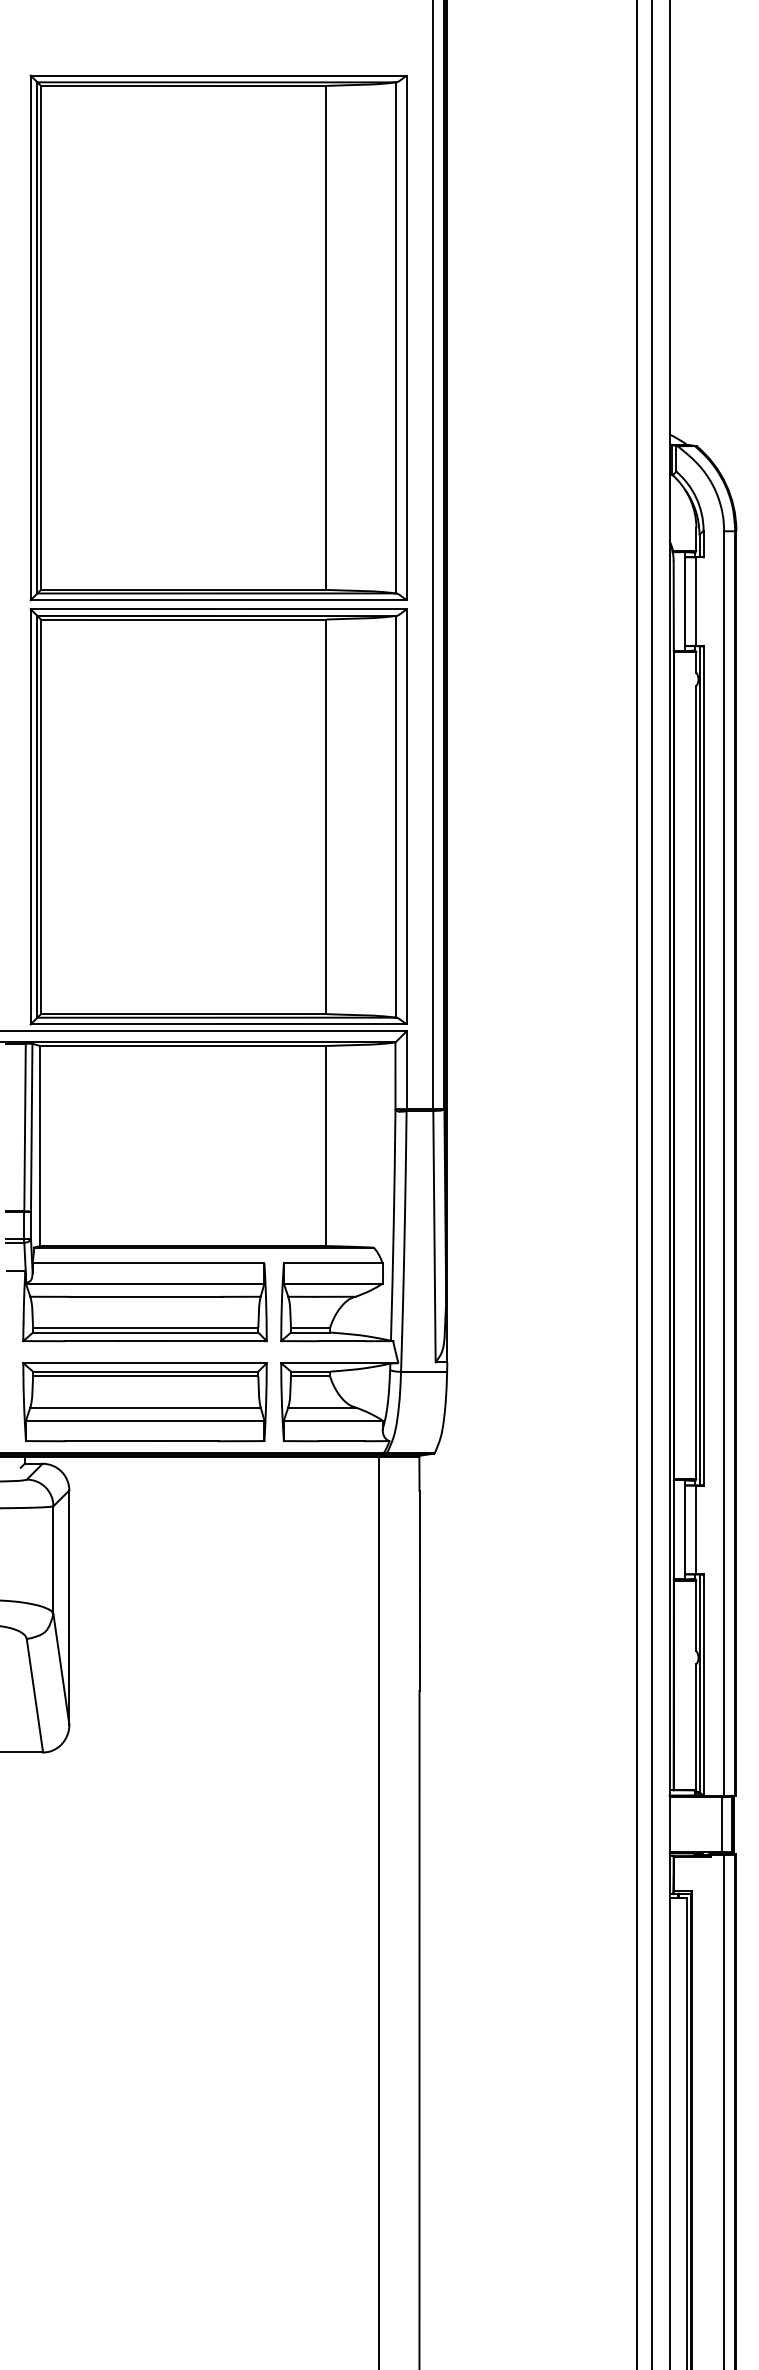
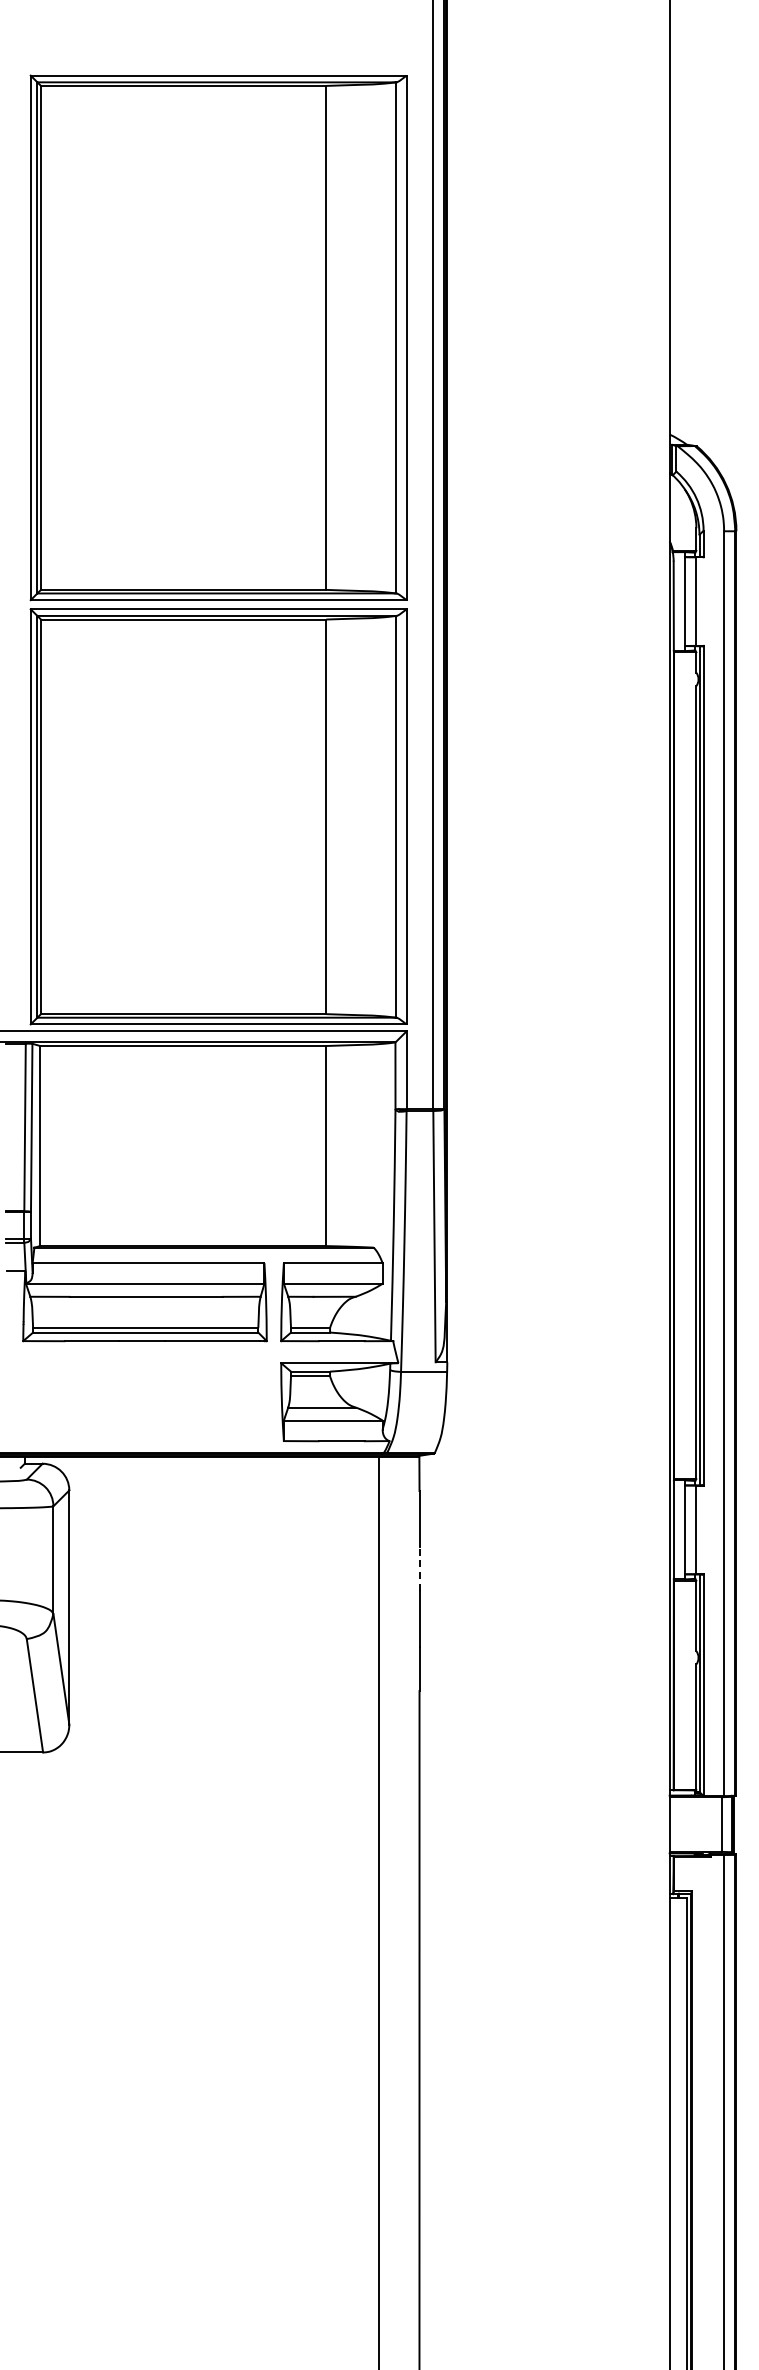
line at (637, 1184): present -> none
line at (651, 1184): present -> none
part at (144, 1402): present -> none
line at (419, 1568): solid -> dashed
